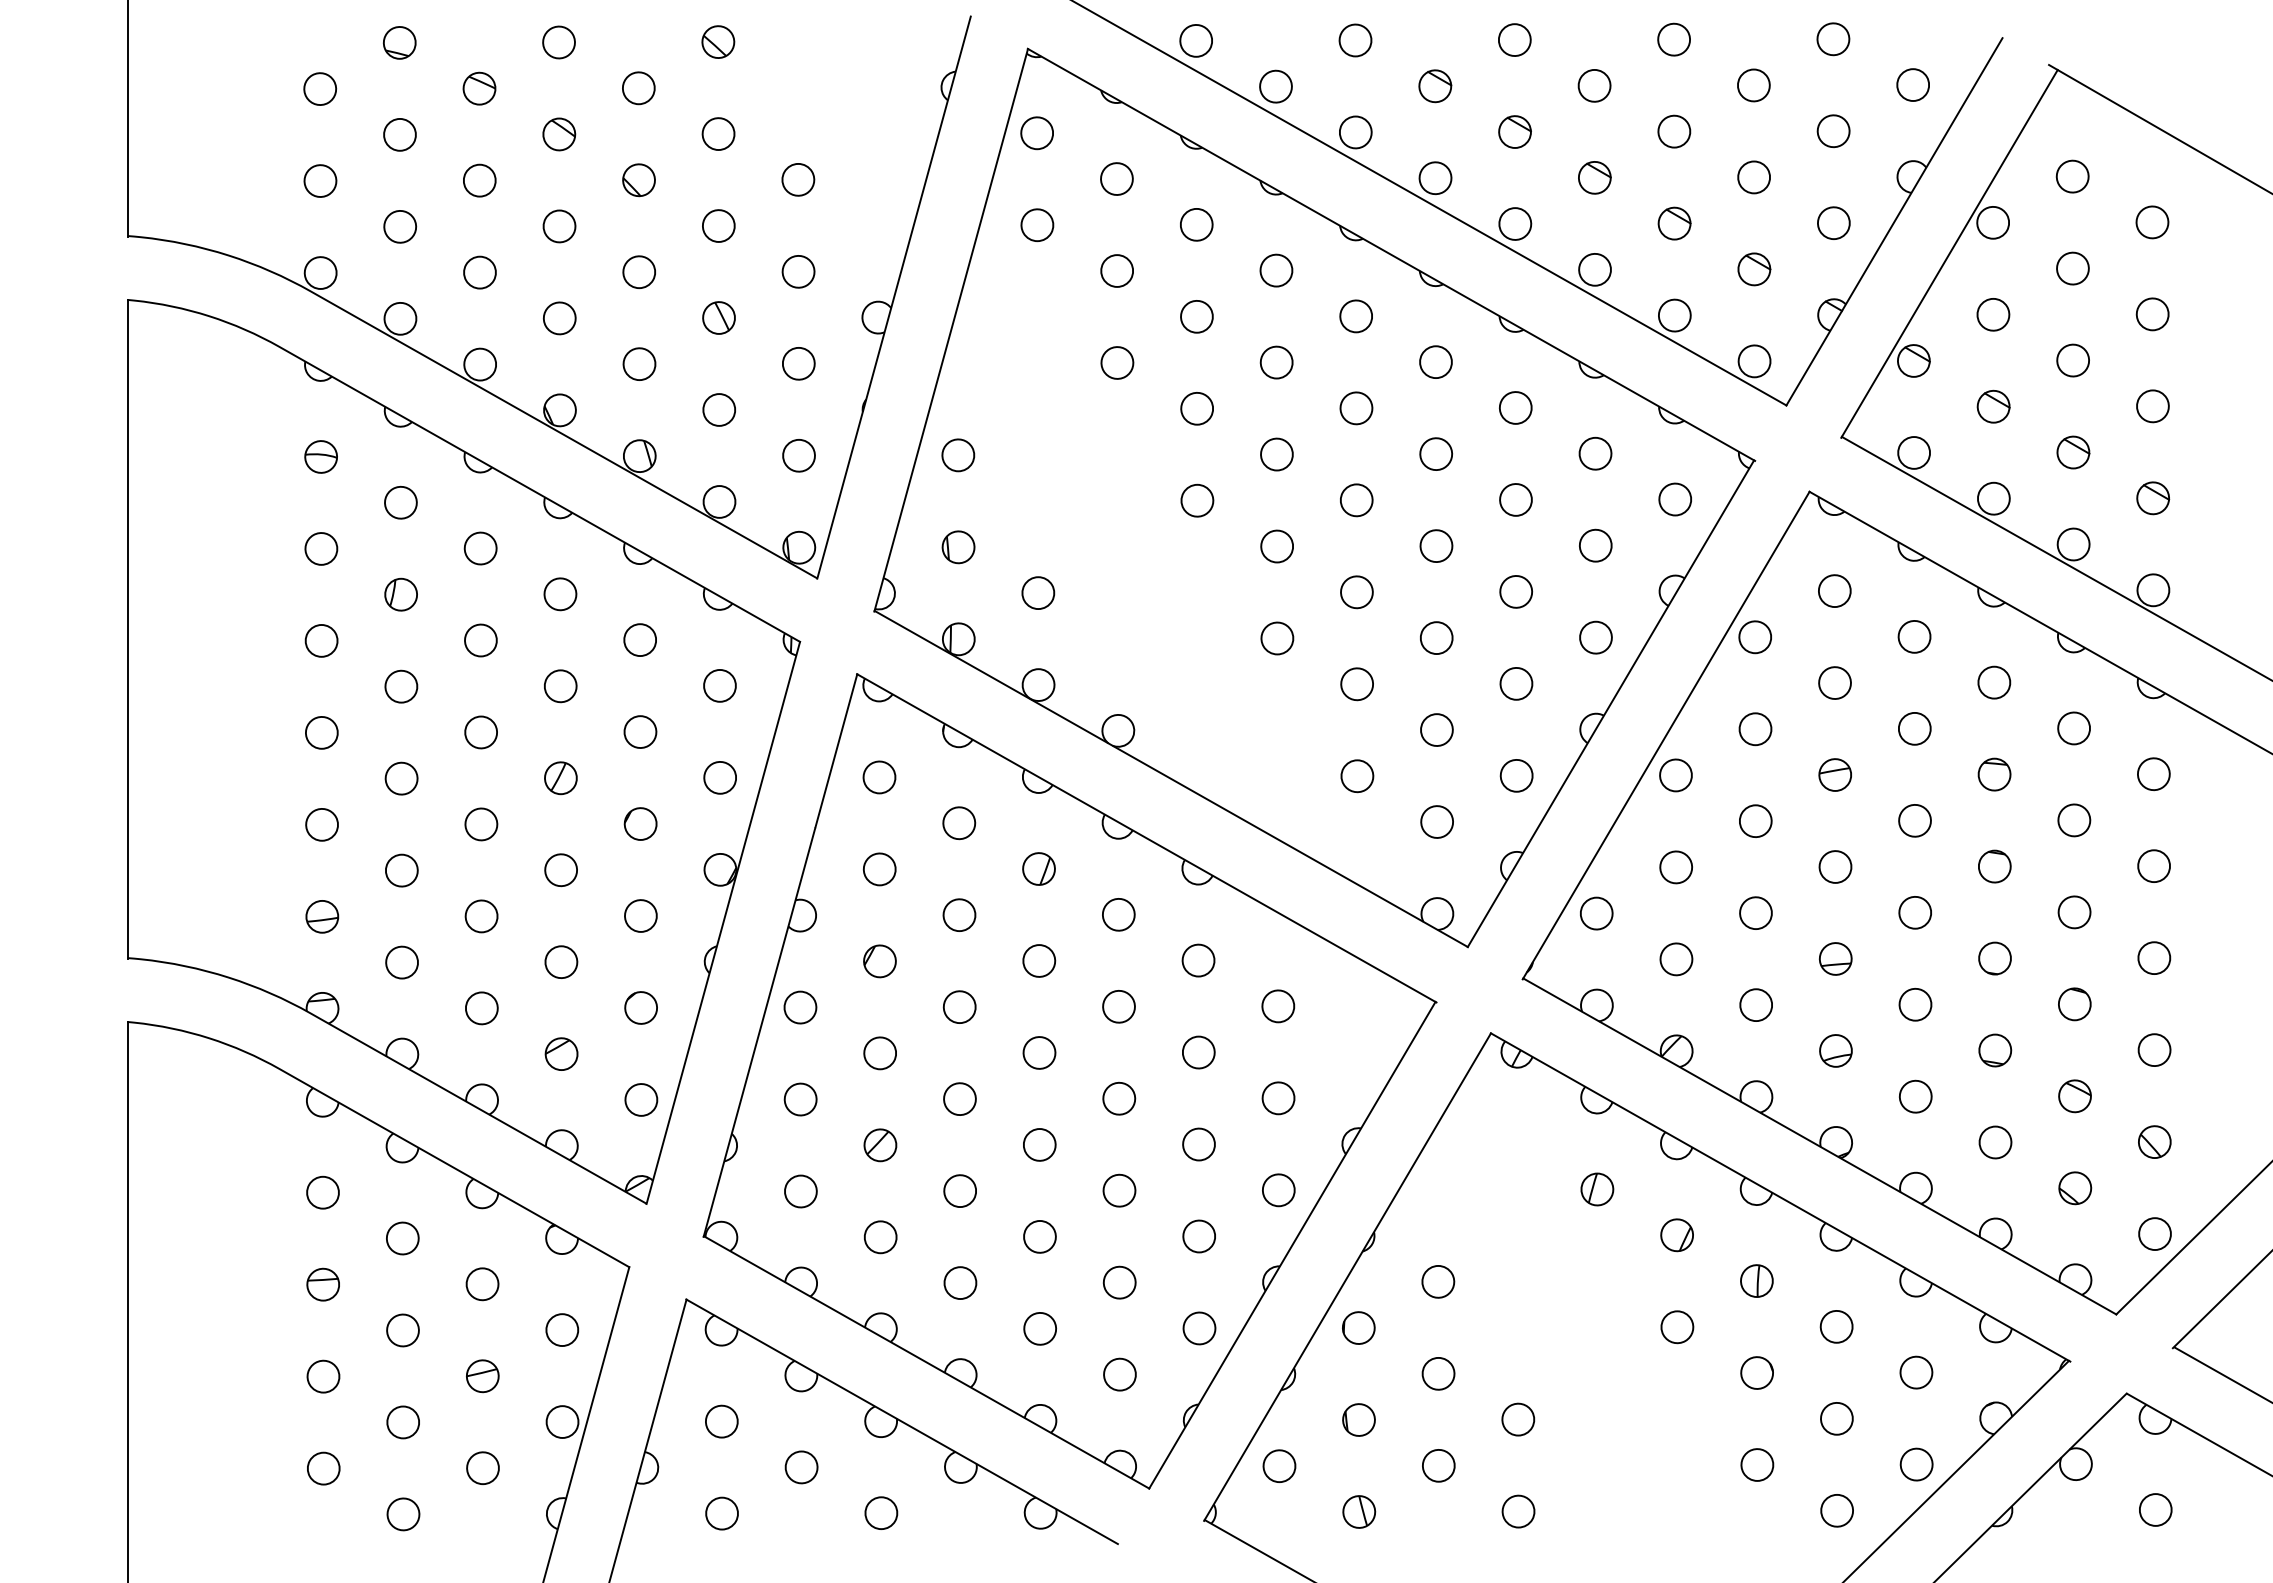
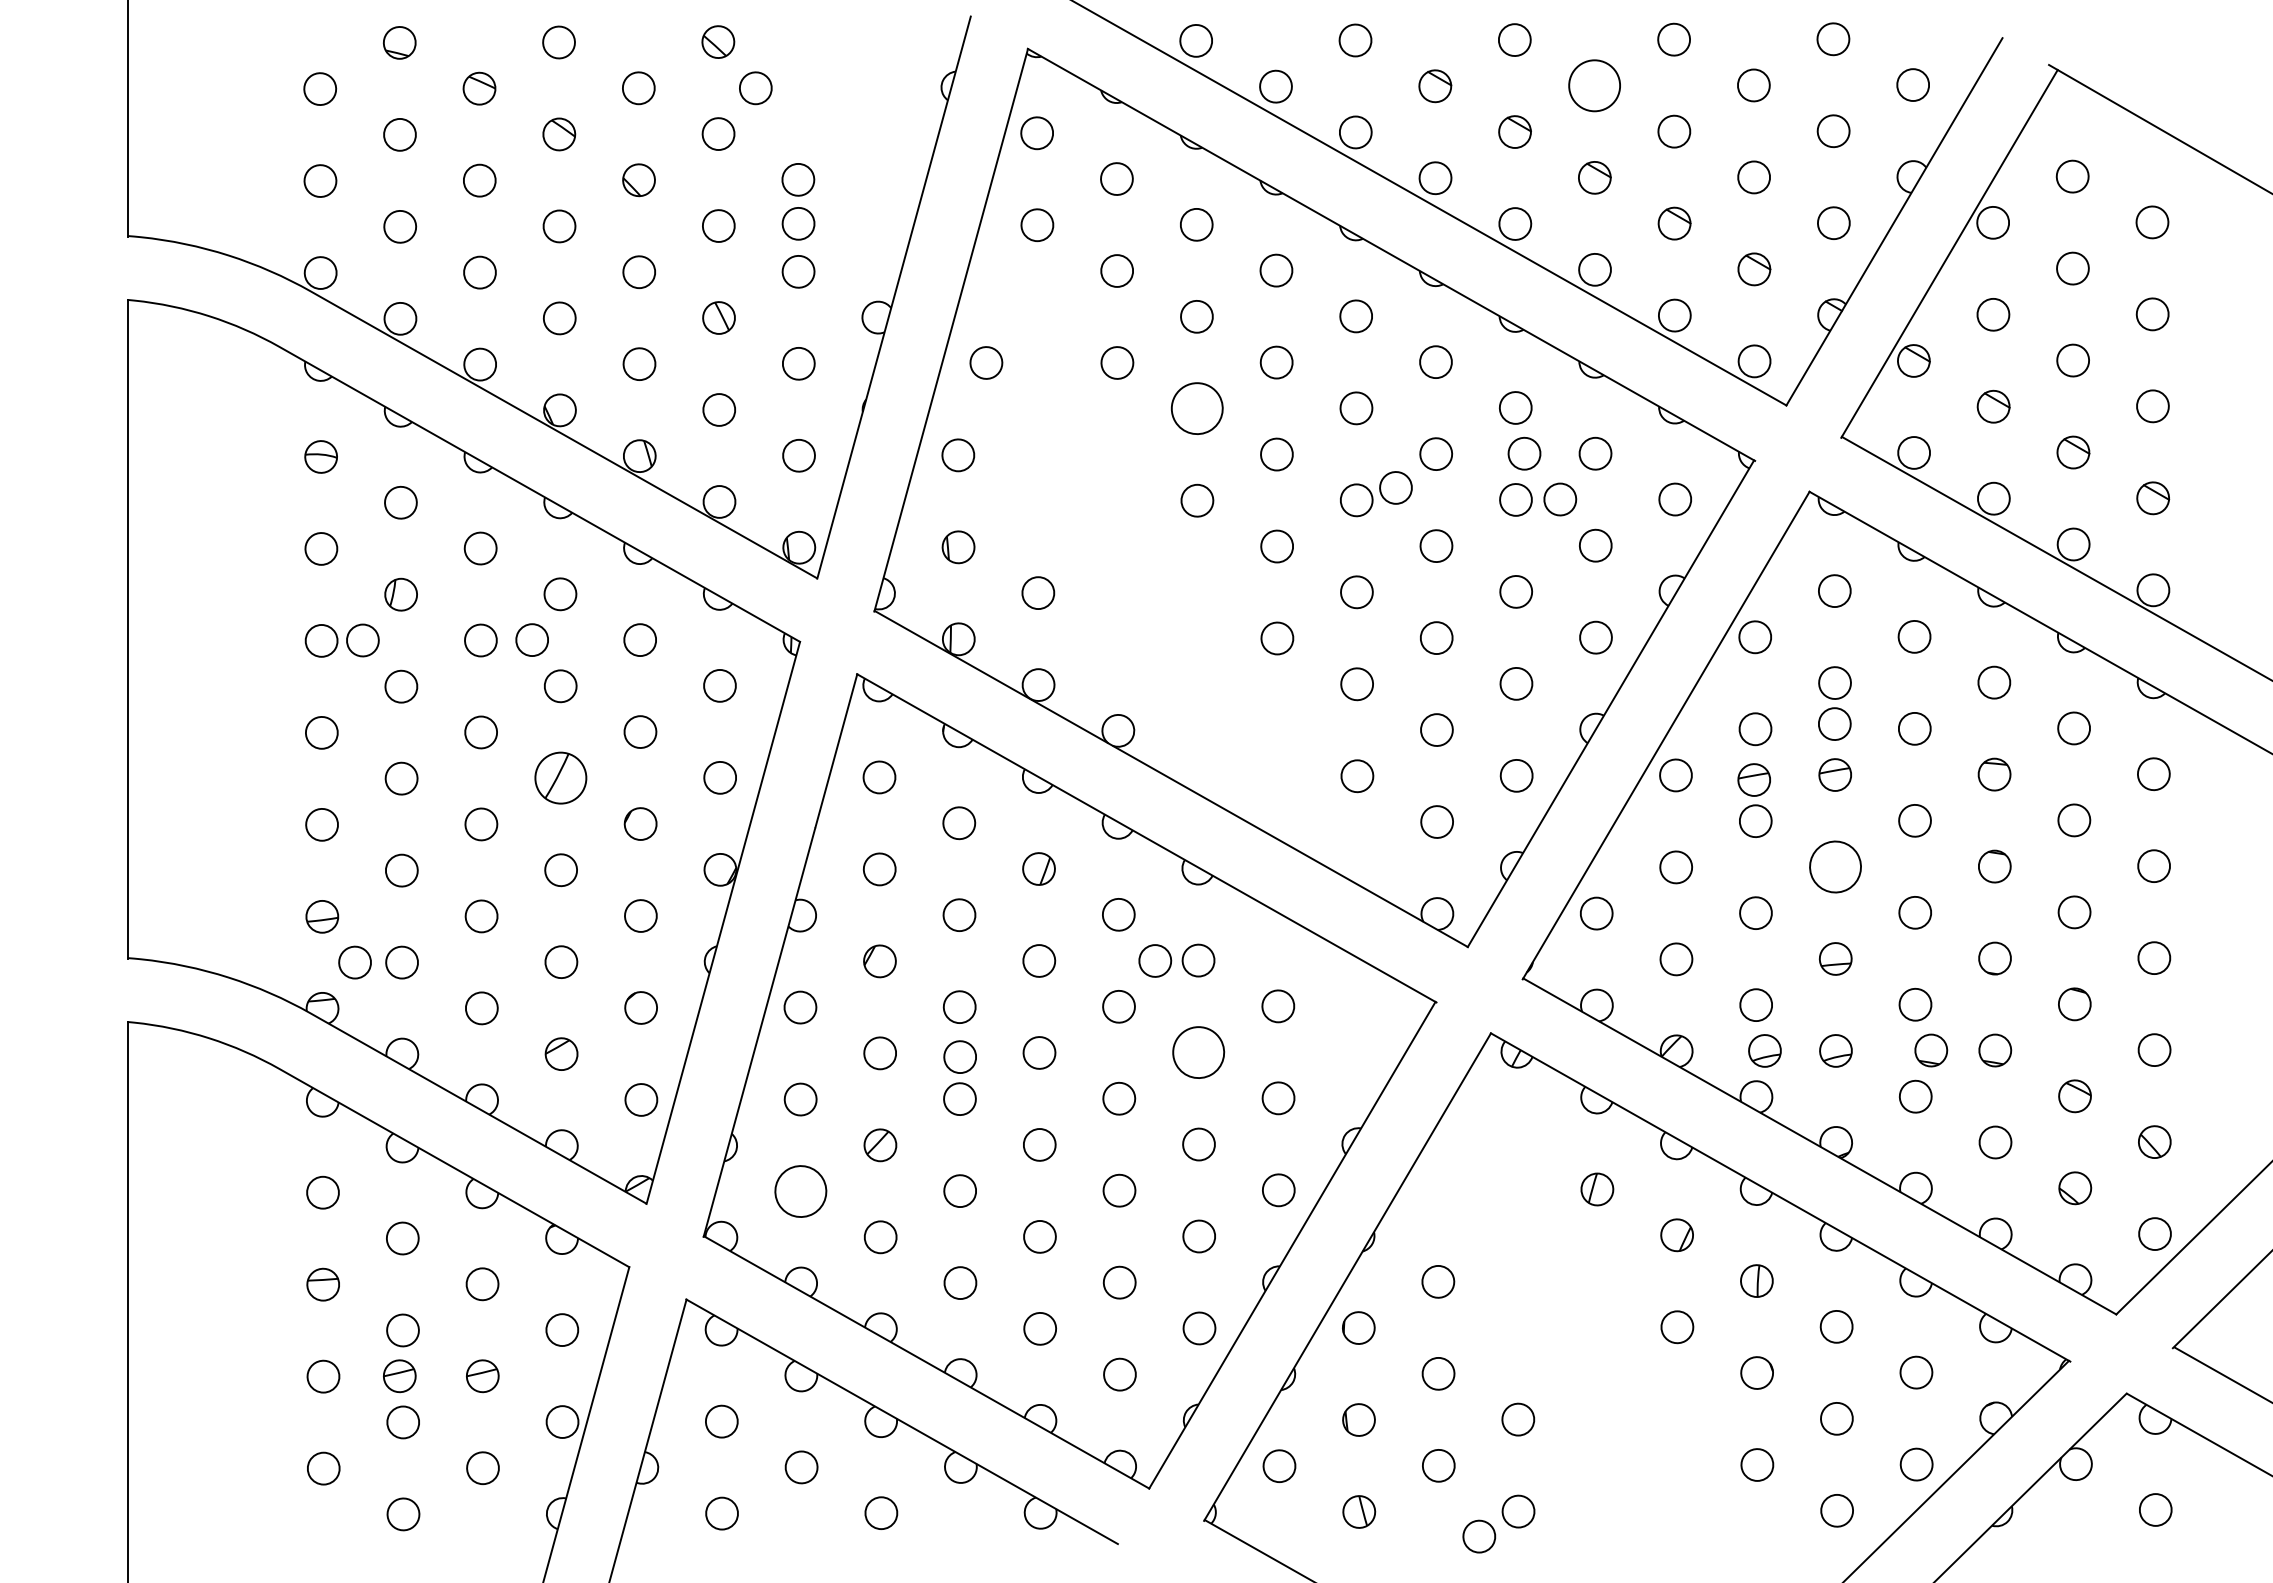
part at (1594, 85) size: 35x34 px -> 53x54 px
part at (755, 88): none -> present
part at (798, 223): none -> present
part at (986, 362): none -> present
part at (1196, 408) size: 34x34 px -> 54x53 px
part at (1524, 453): none -> present
part at (1395, 487): none -> present
part at (1559, 499): none -> present
part at (531, 639): none -> present
part at (362, 640): none -> present
part at (1834, 723): none -> present
part at (560, 778) size: 34x35 px -> 54x54 px
part at (1753, 779): none -> present
part at (1835, 866) size: 35x34 px -> 53x54 px
part at (1155, 960): none -> present
part at (354, 962): none -> present
part at (1764, 1050): none -> present
part at (1931, 1050): none -> present
part at (1198, 1052) size: 34x35 px -> 54x53 px
part at (959, 1056): none -> present
part at (800, 1191) size: 34x35 px -> 54x53 px
part at (399, 1376): none -> present
part at (1479, 1536): none -> present
